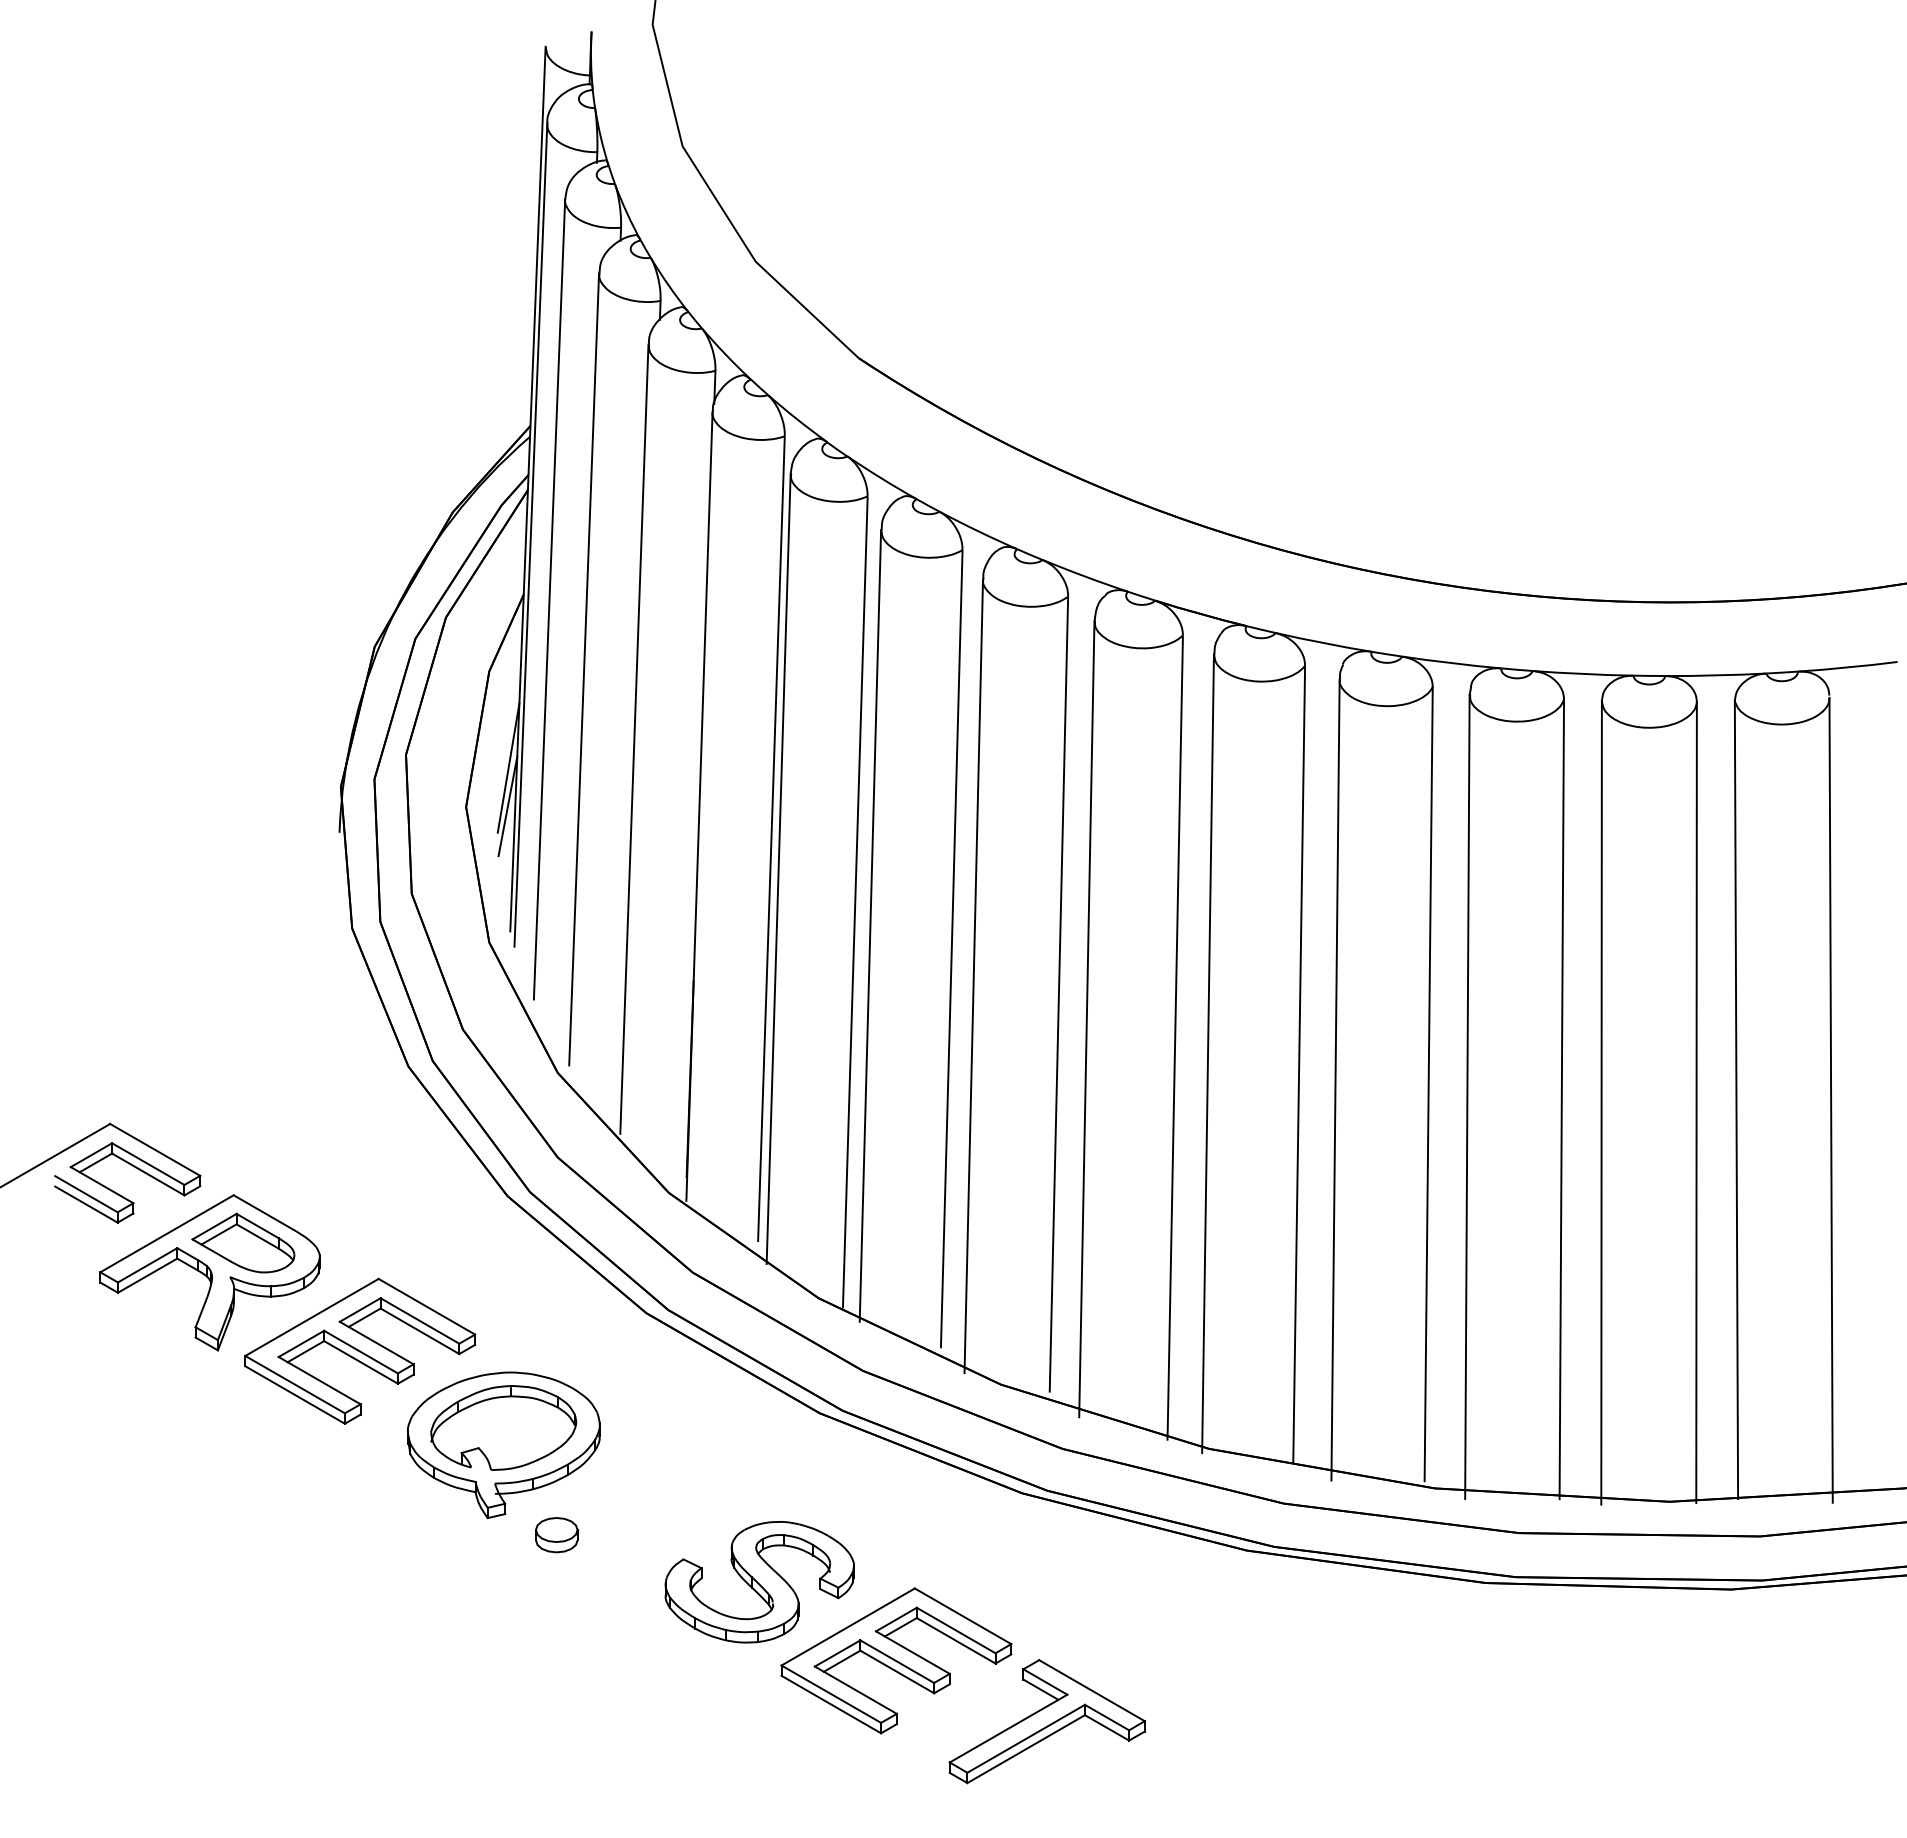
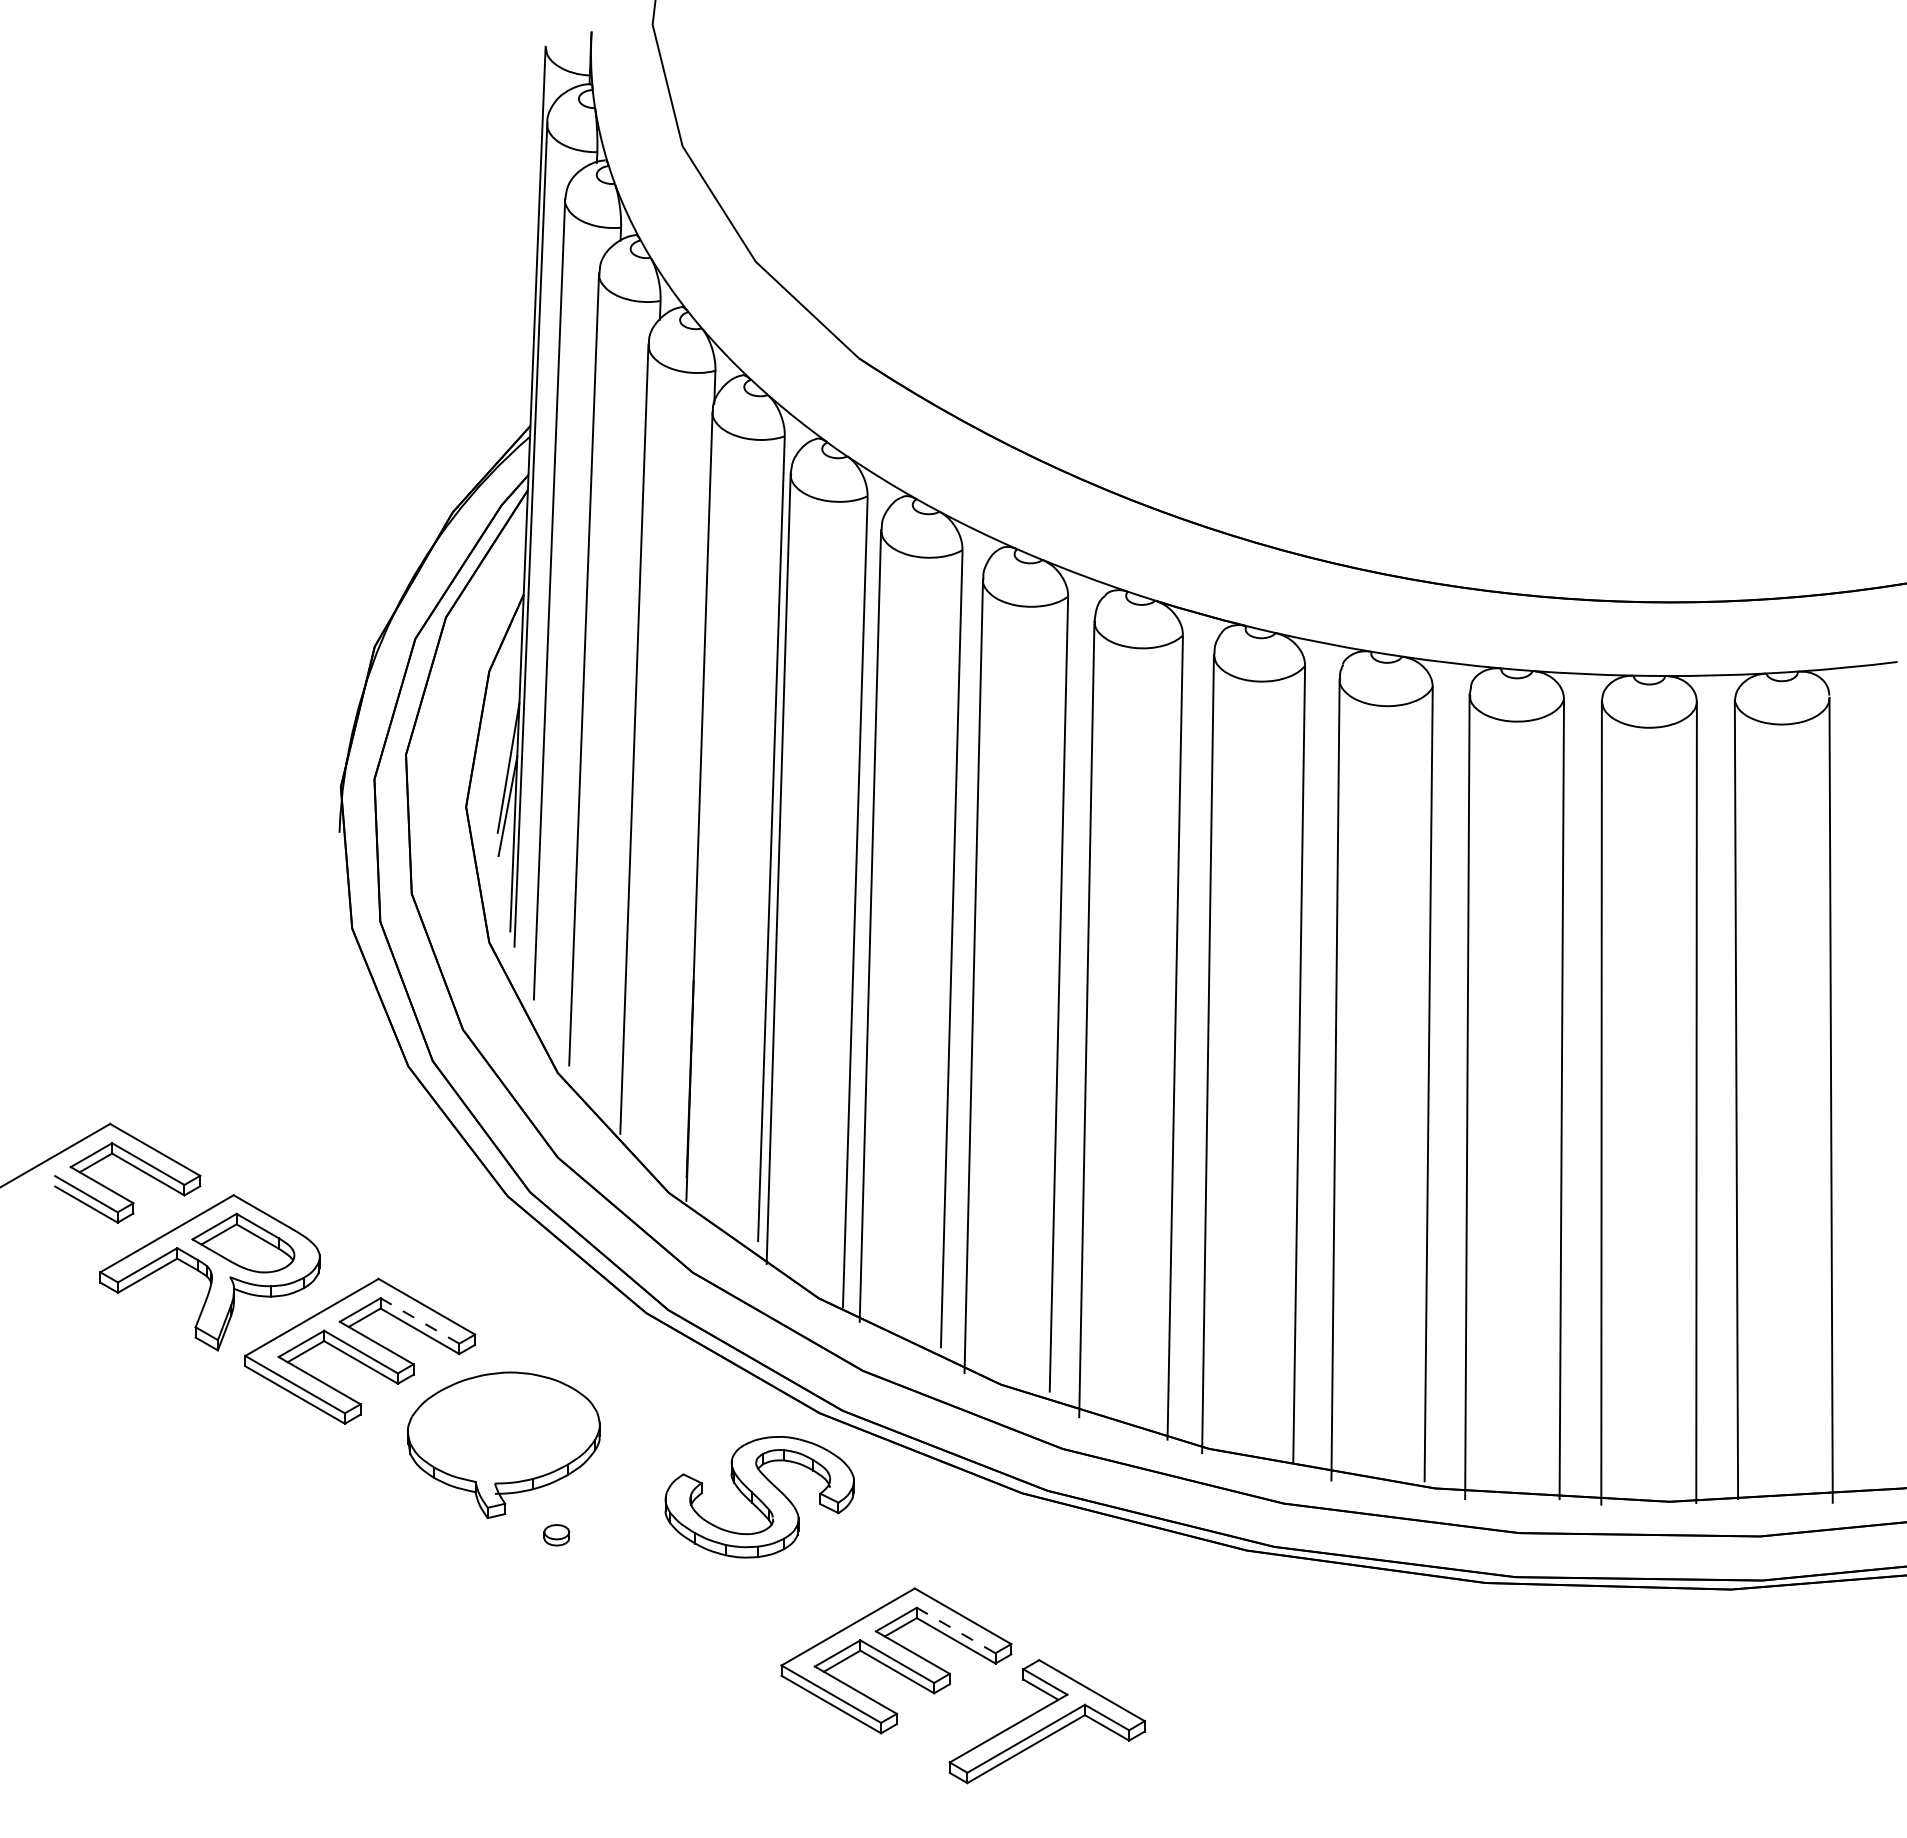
line at (419, 1320): solid -> dashed
part at (503, 1427): present -> none
part at (556, 1535) size: 44x37 px -> 28x23 px
part at (759, 1582) position: (759, 1582) -> (759, 1497)
line at (955, 1630): solid -> dashed
